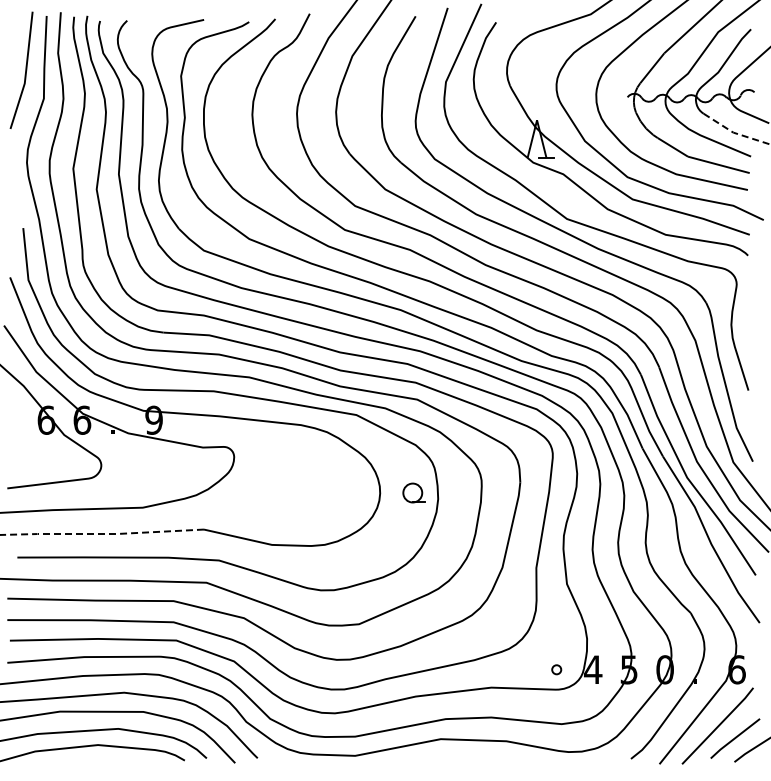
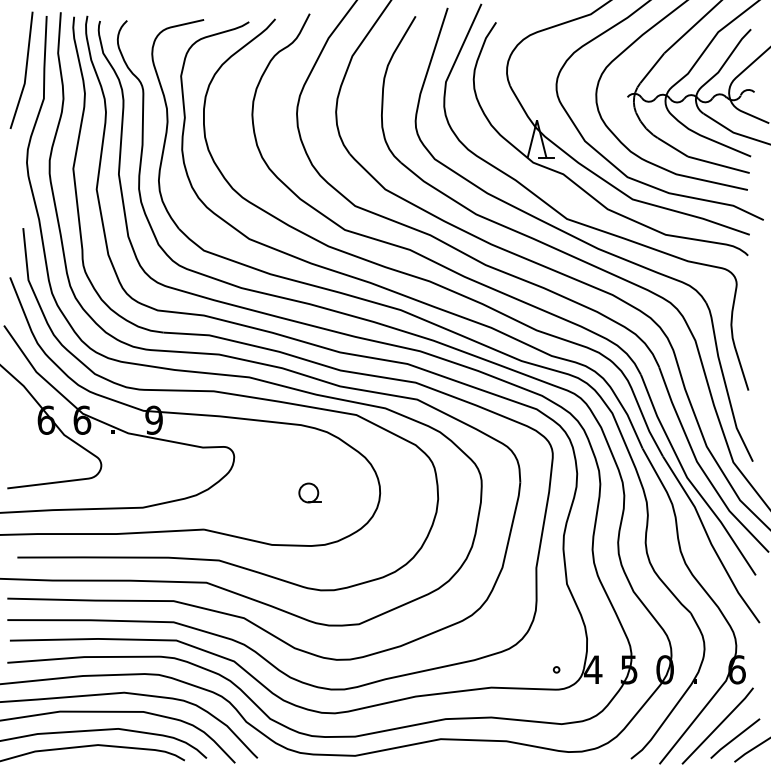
line at (734, 132): dashed -> solid
part at (413, 492) position: (413, 492) -> (309, 492)
line at (102, 534): dashed -> solid
circle at (556, 669) size: 12x12 px -> 9x8 px
